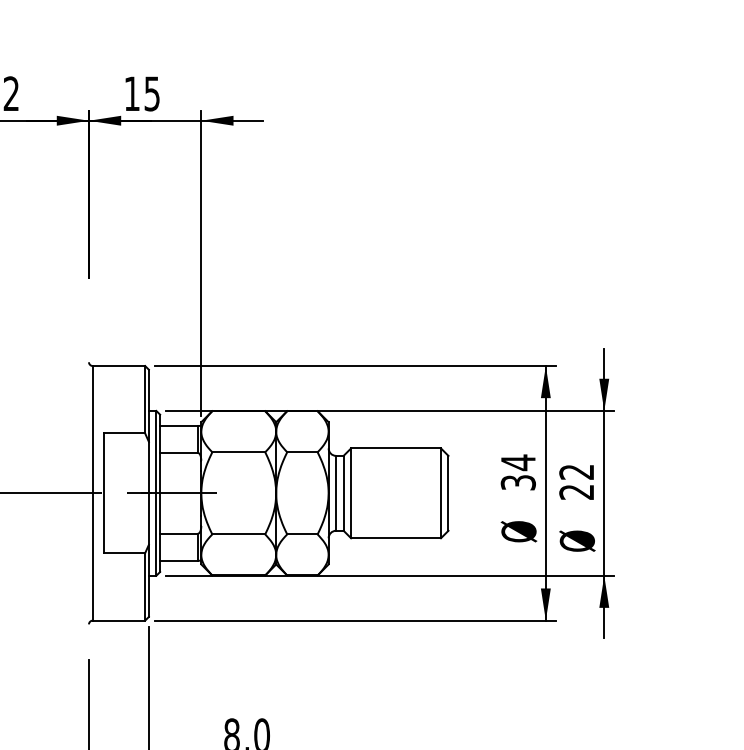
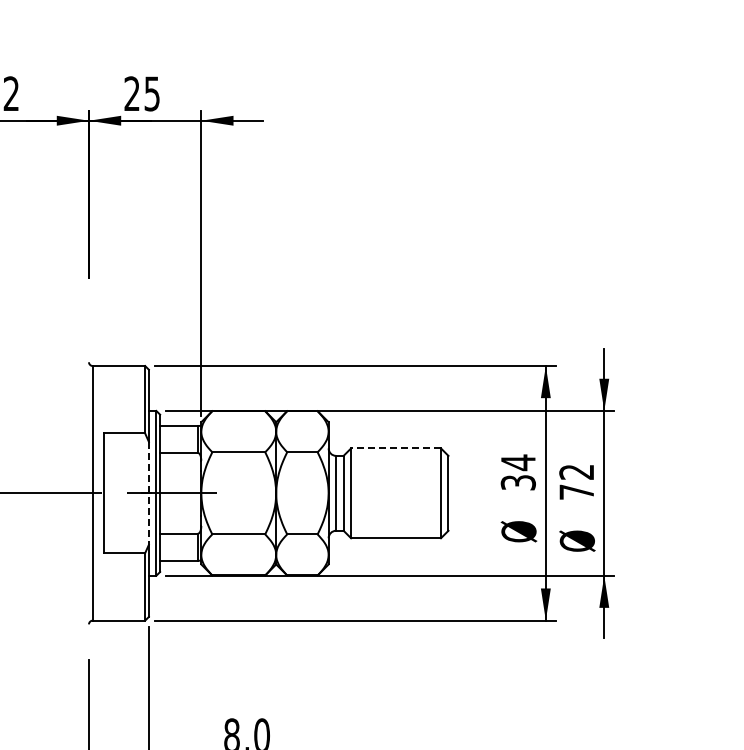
text at (131, 93): 15 -> 25
line at (396, 448): solid -> dashed
text at (576, 491): 22 -> 72
line at (148, 493): solid -> dashed
